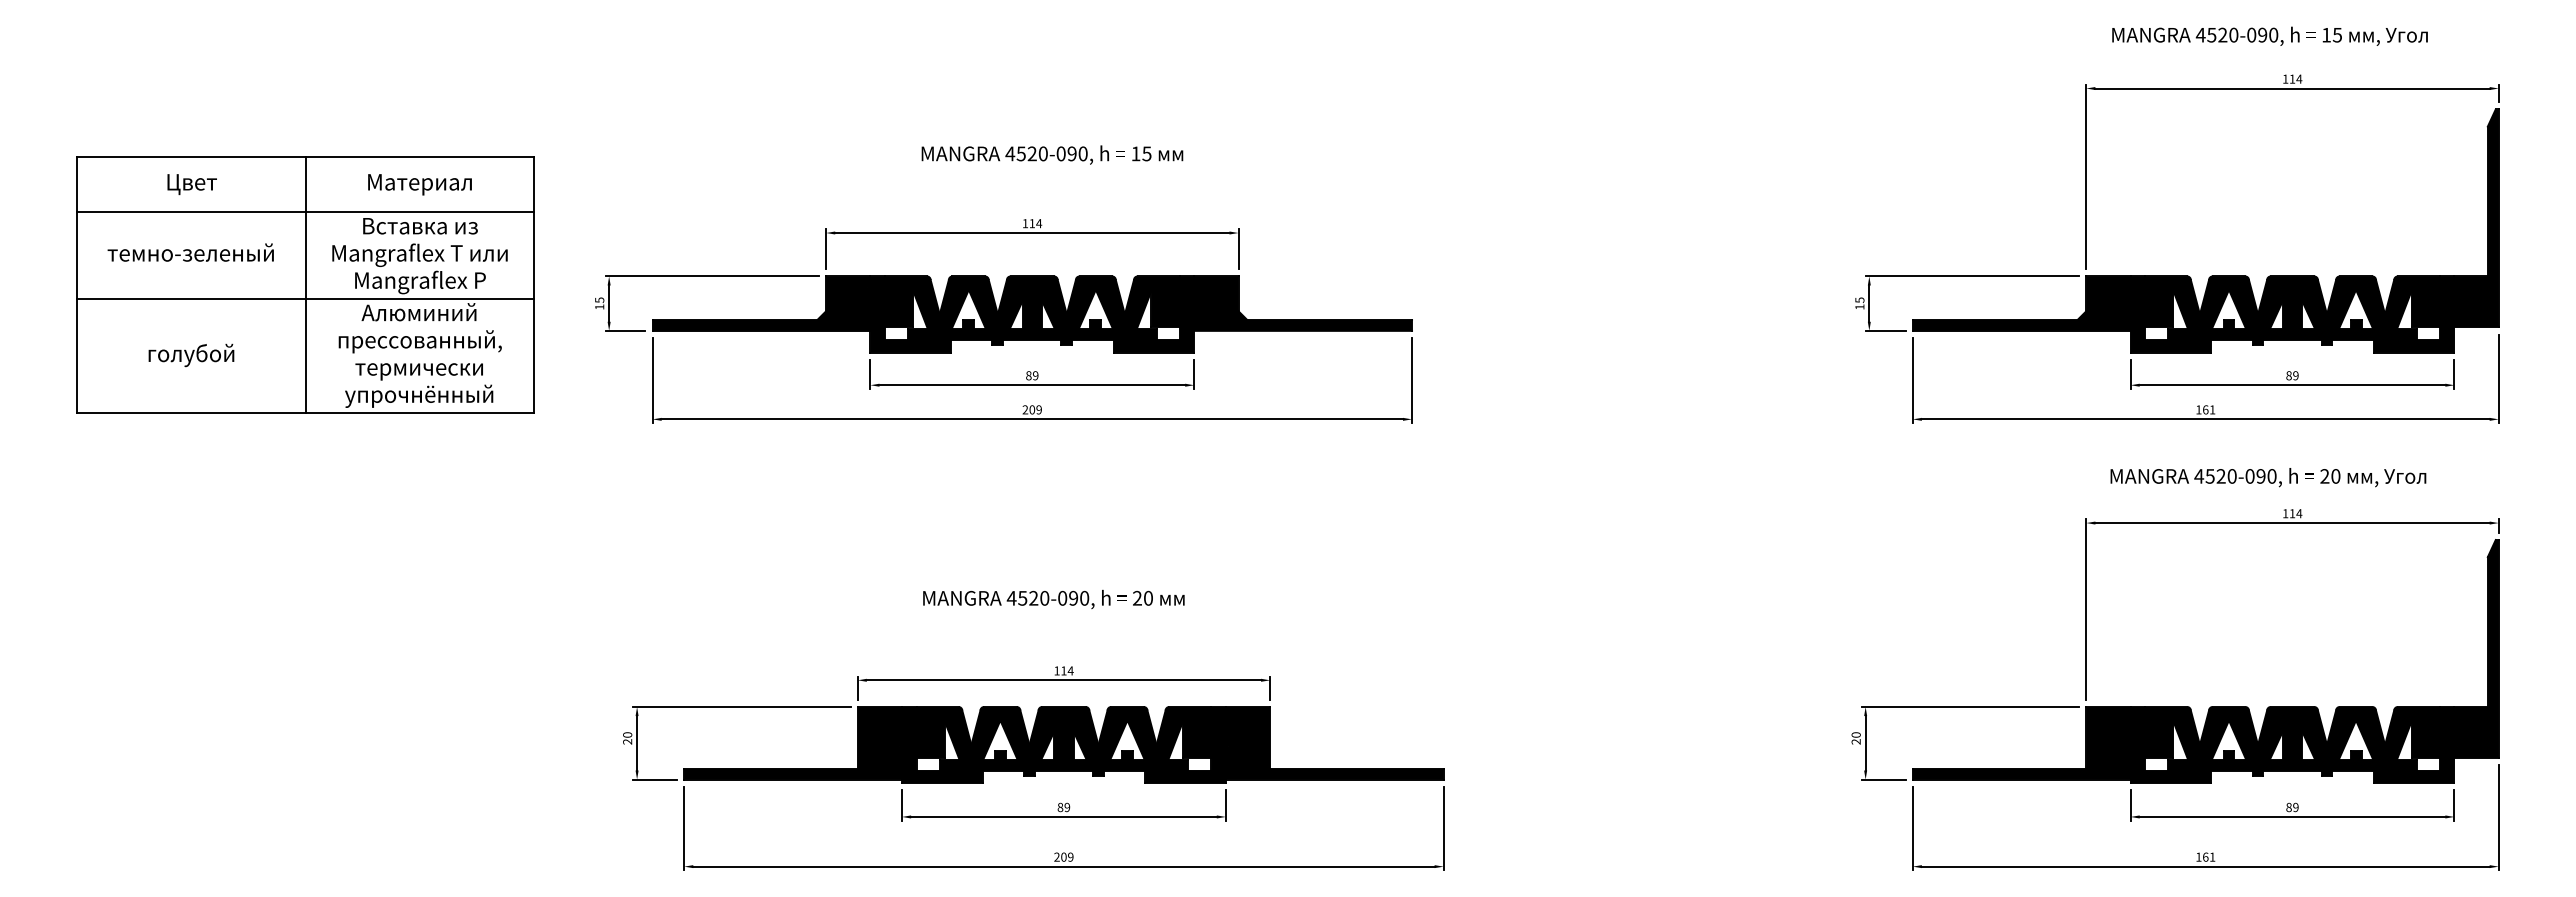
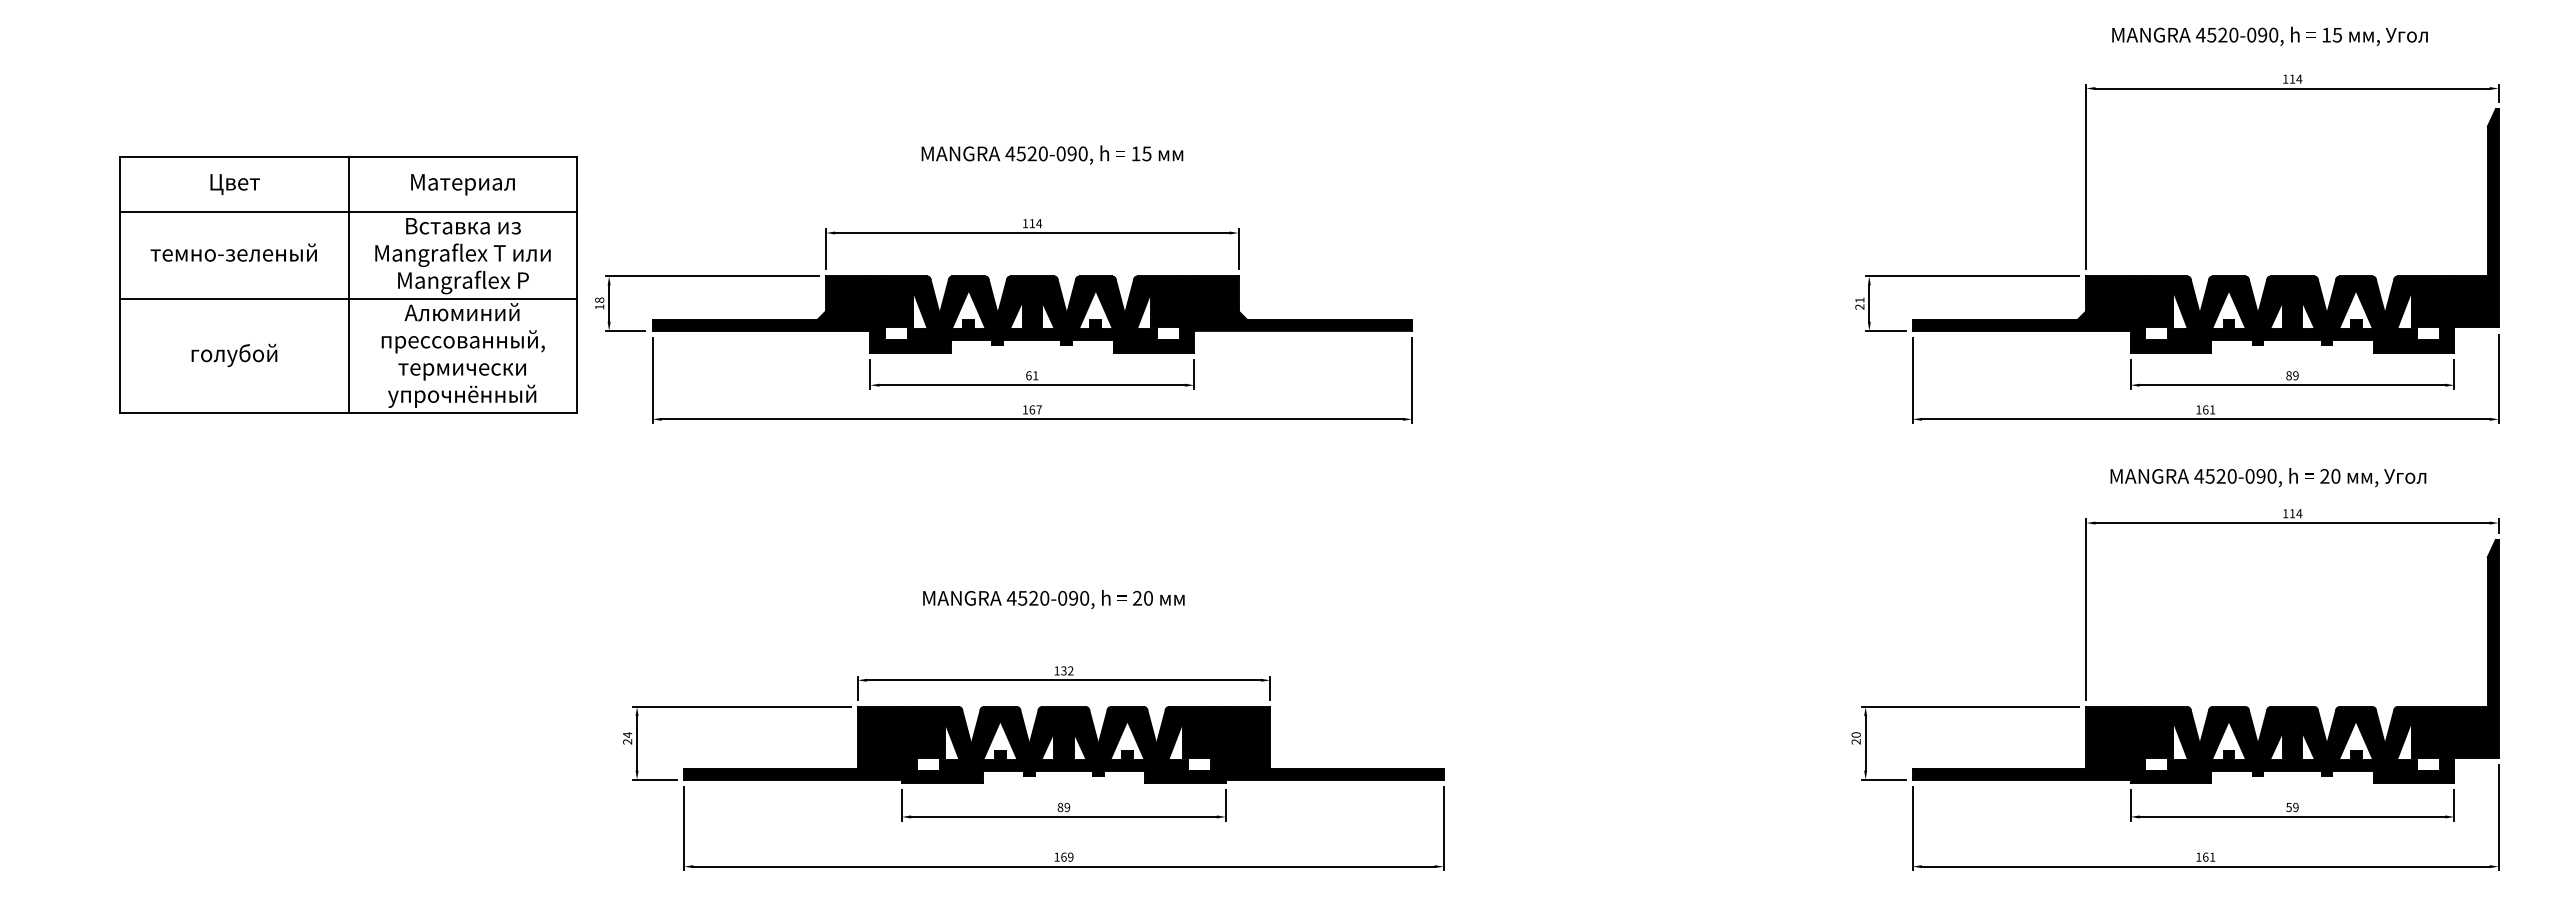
part at (305, 284) position: (305, 284) -> (348, 284)
text at (599, 300): 15 -> 18
text at (1859, 303): 15 -> 21
text at (1032, 375): 89 -> 61
text at (1031, 409): 209 -> 167
text at (1067, 670): 114 -> 132
text at (627, 735): 20 -> 24
text at (2288, 806): 89 -> 59
text at (1060, 856): 209 -> 169
